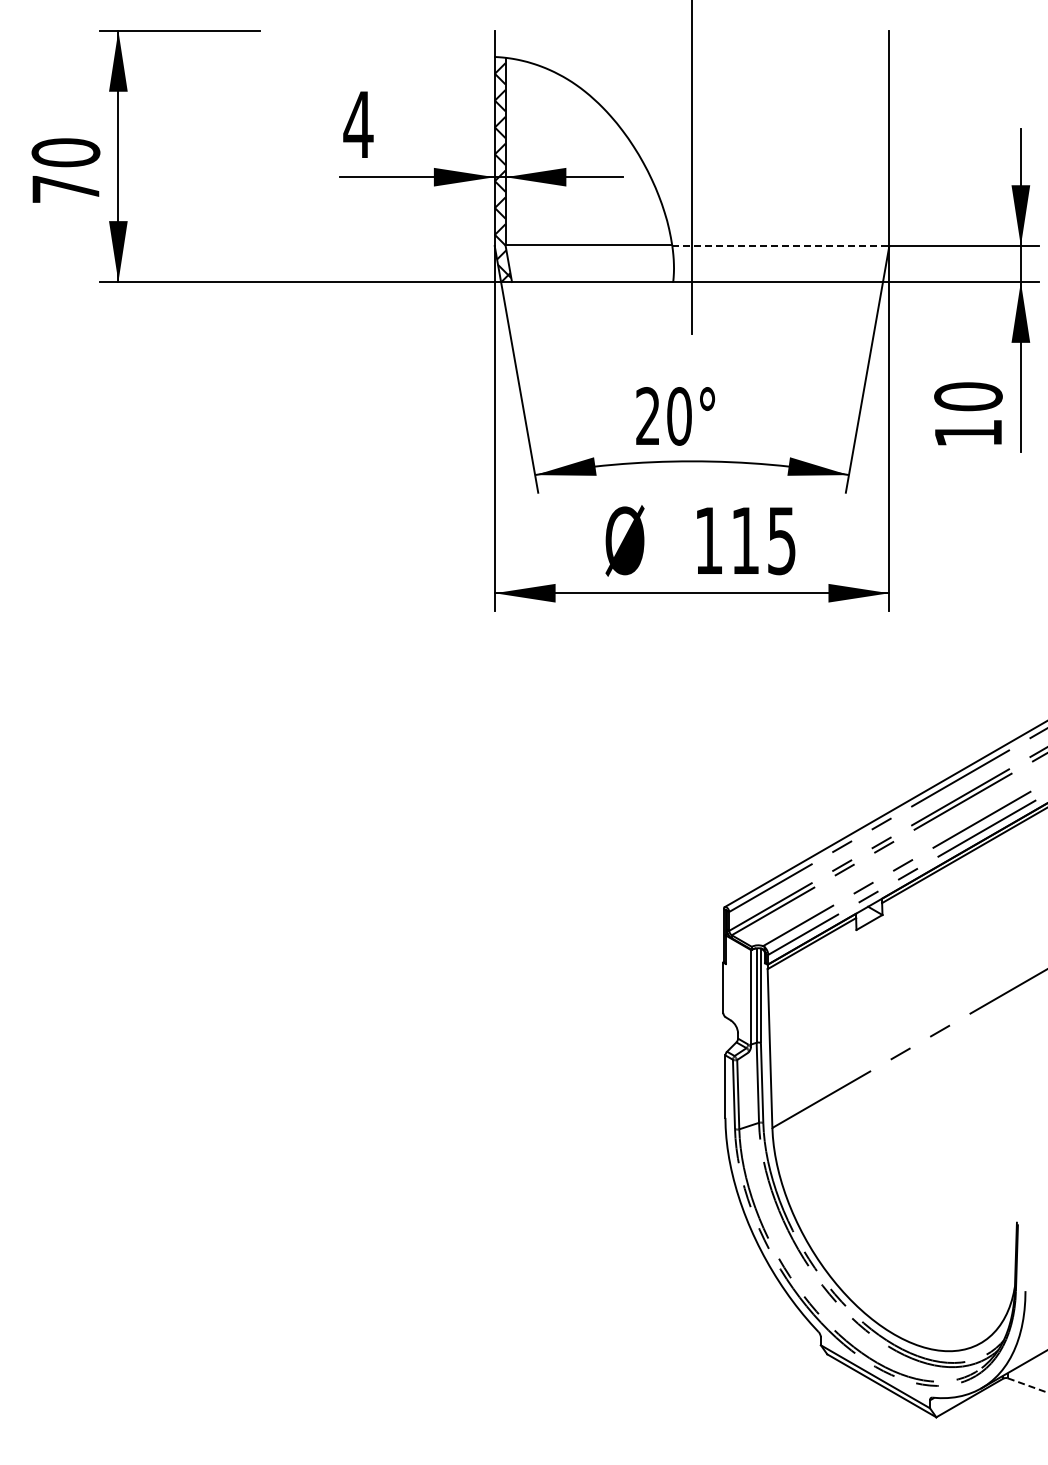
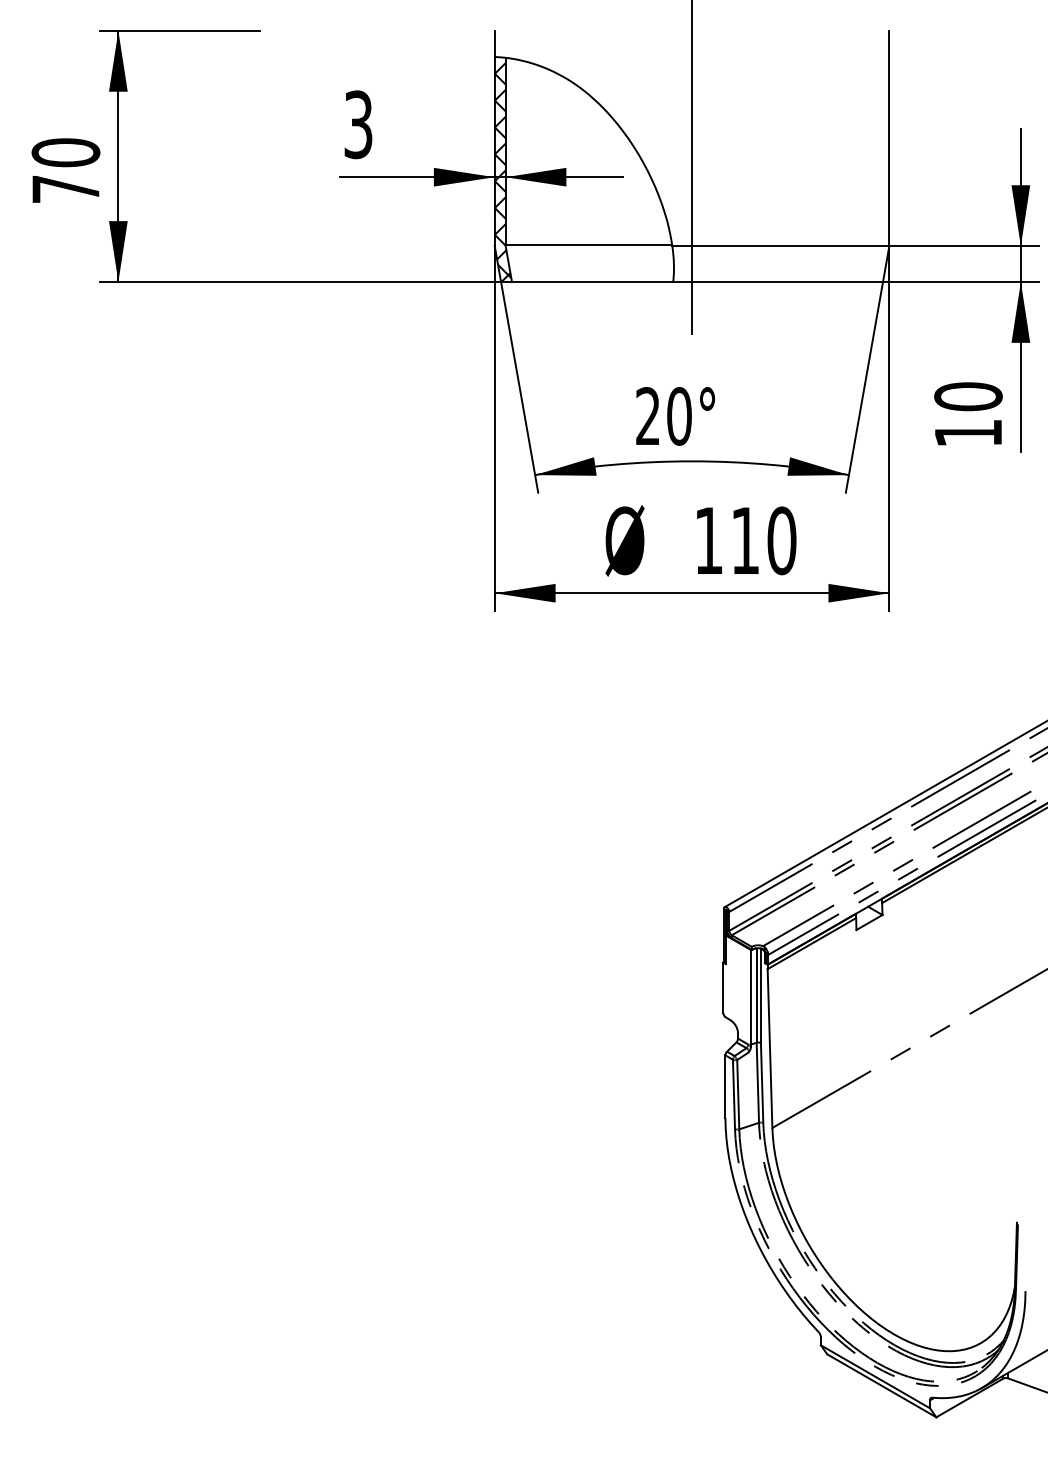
text at (358, 124): 4 -> 3
line at (781, 246): dashed -> solid
text at (781, 540): 115 -> 110
line at (1027, 1385): dashed -> solid
